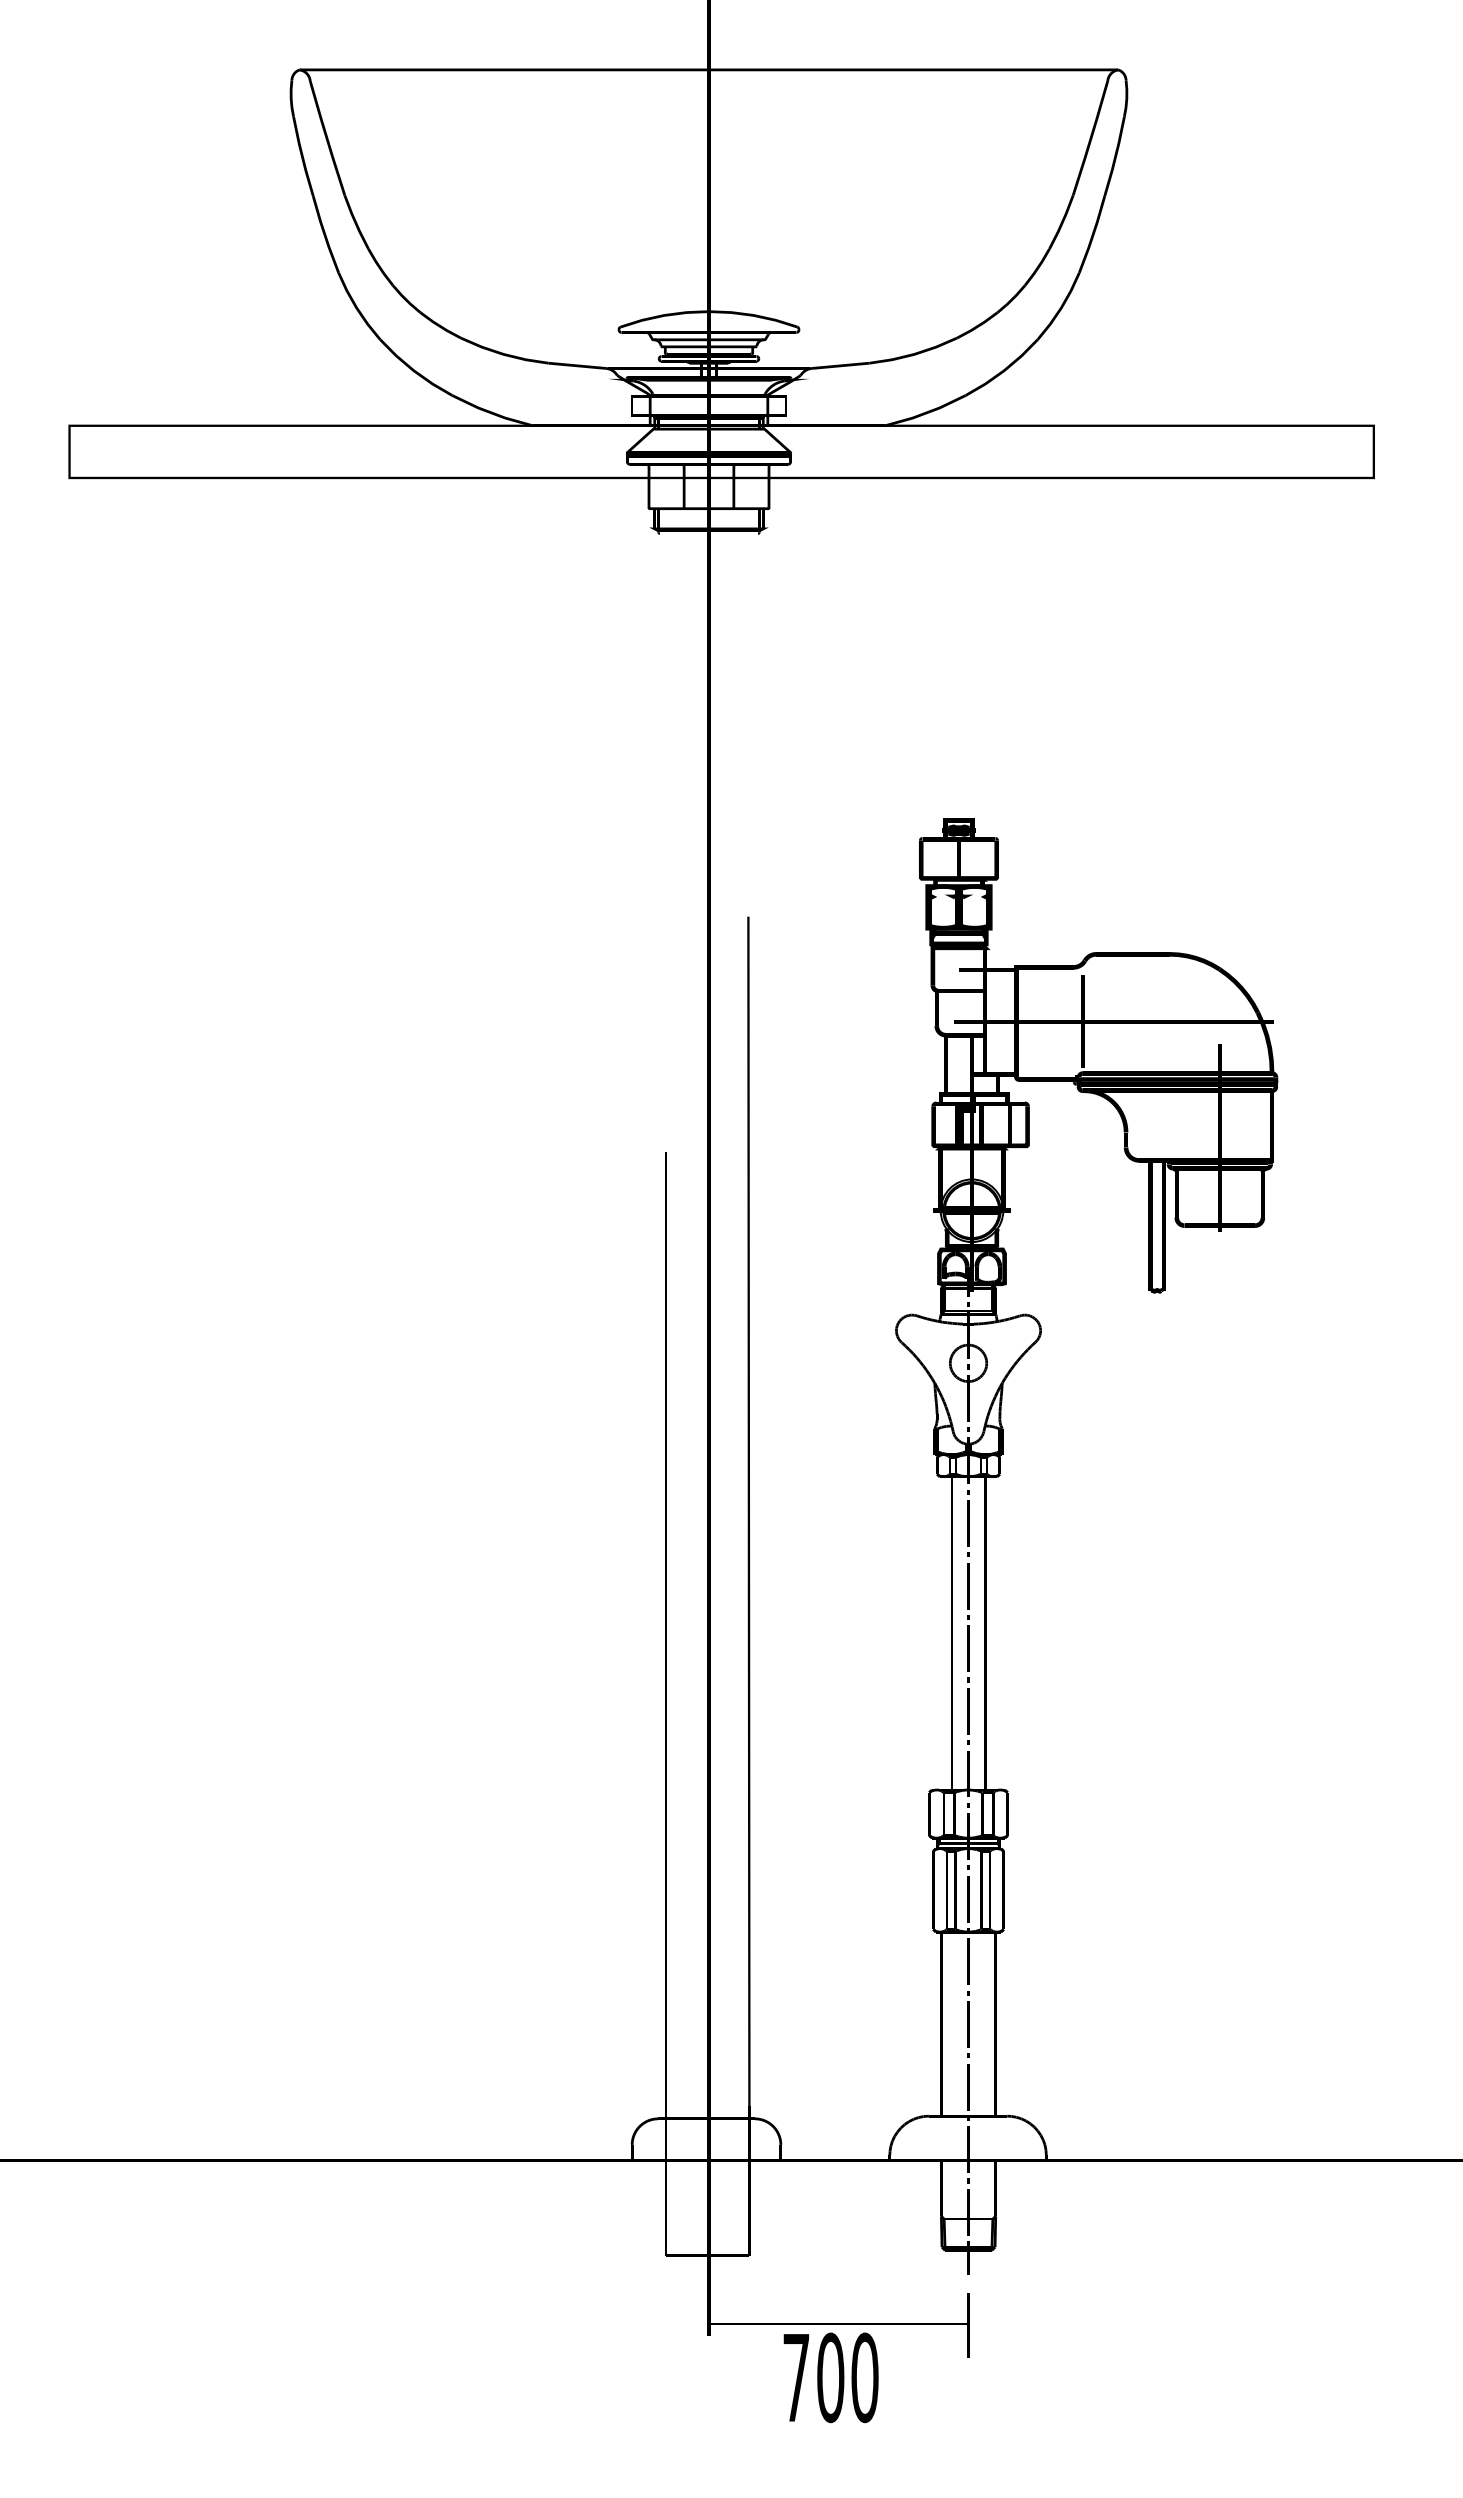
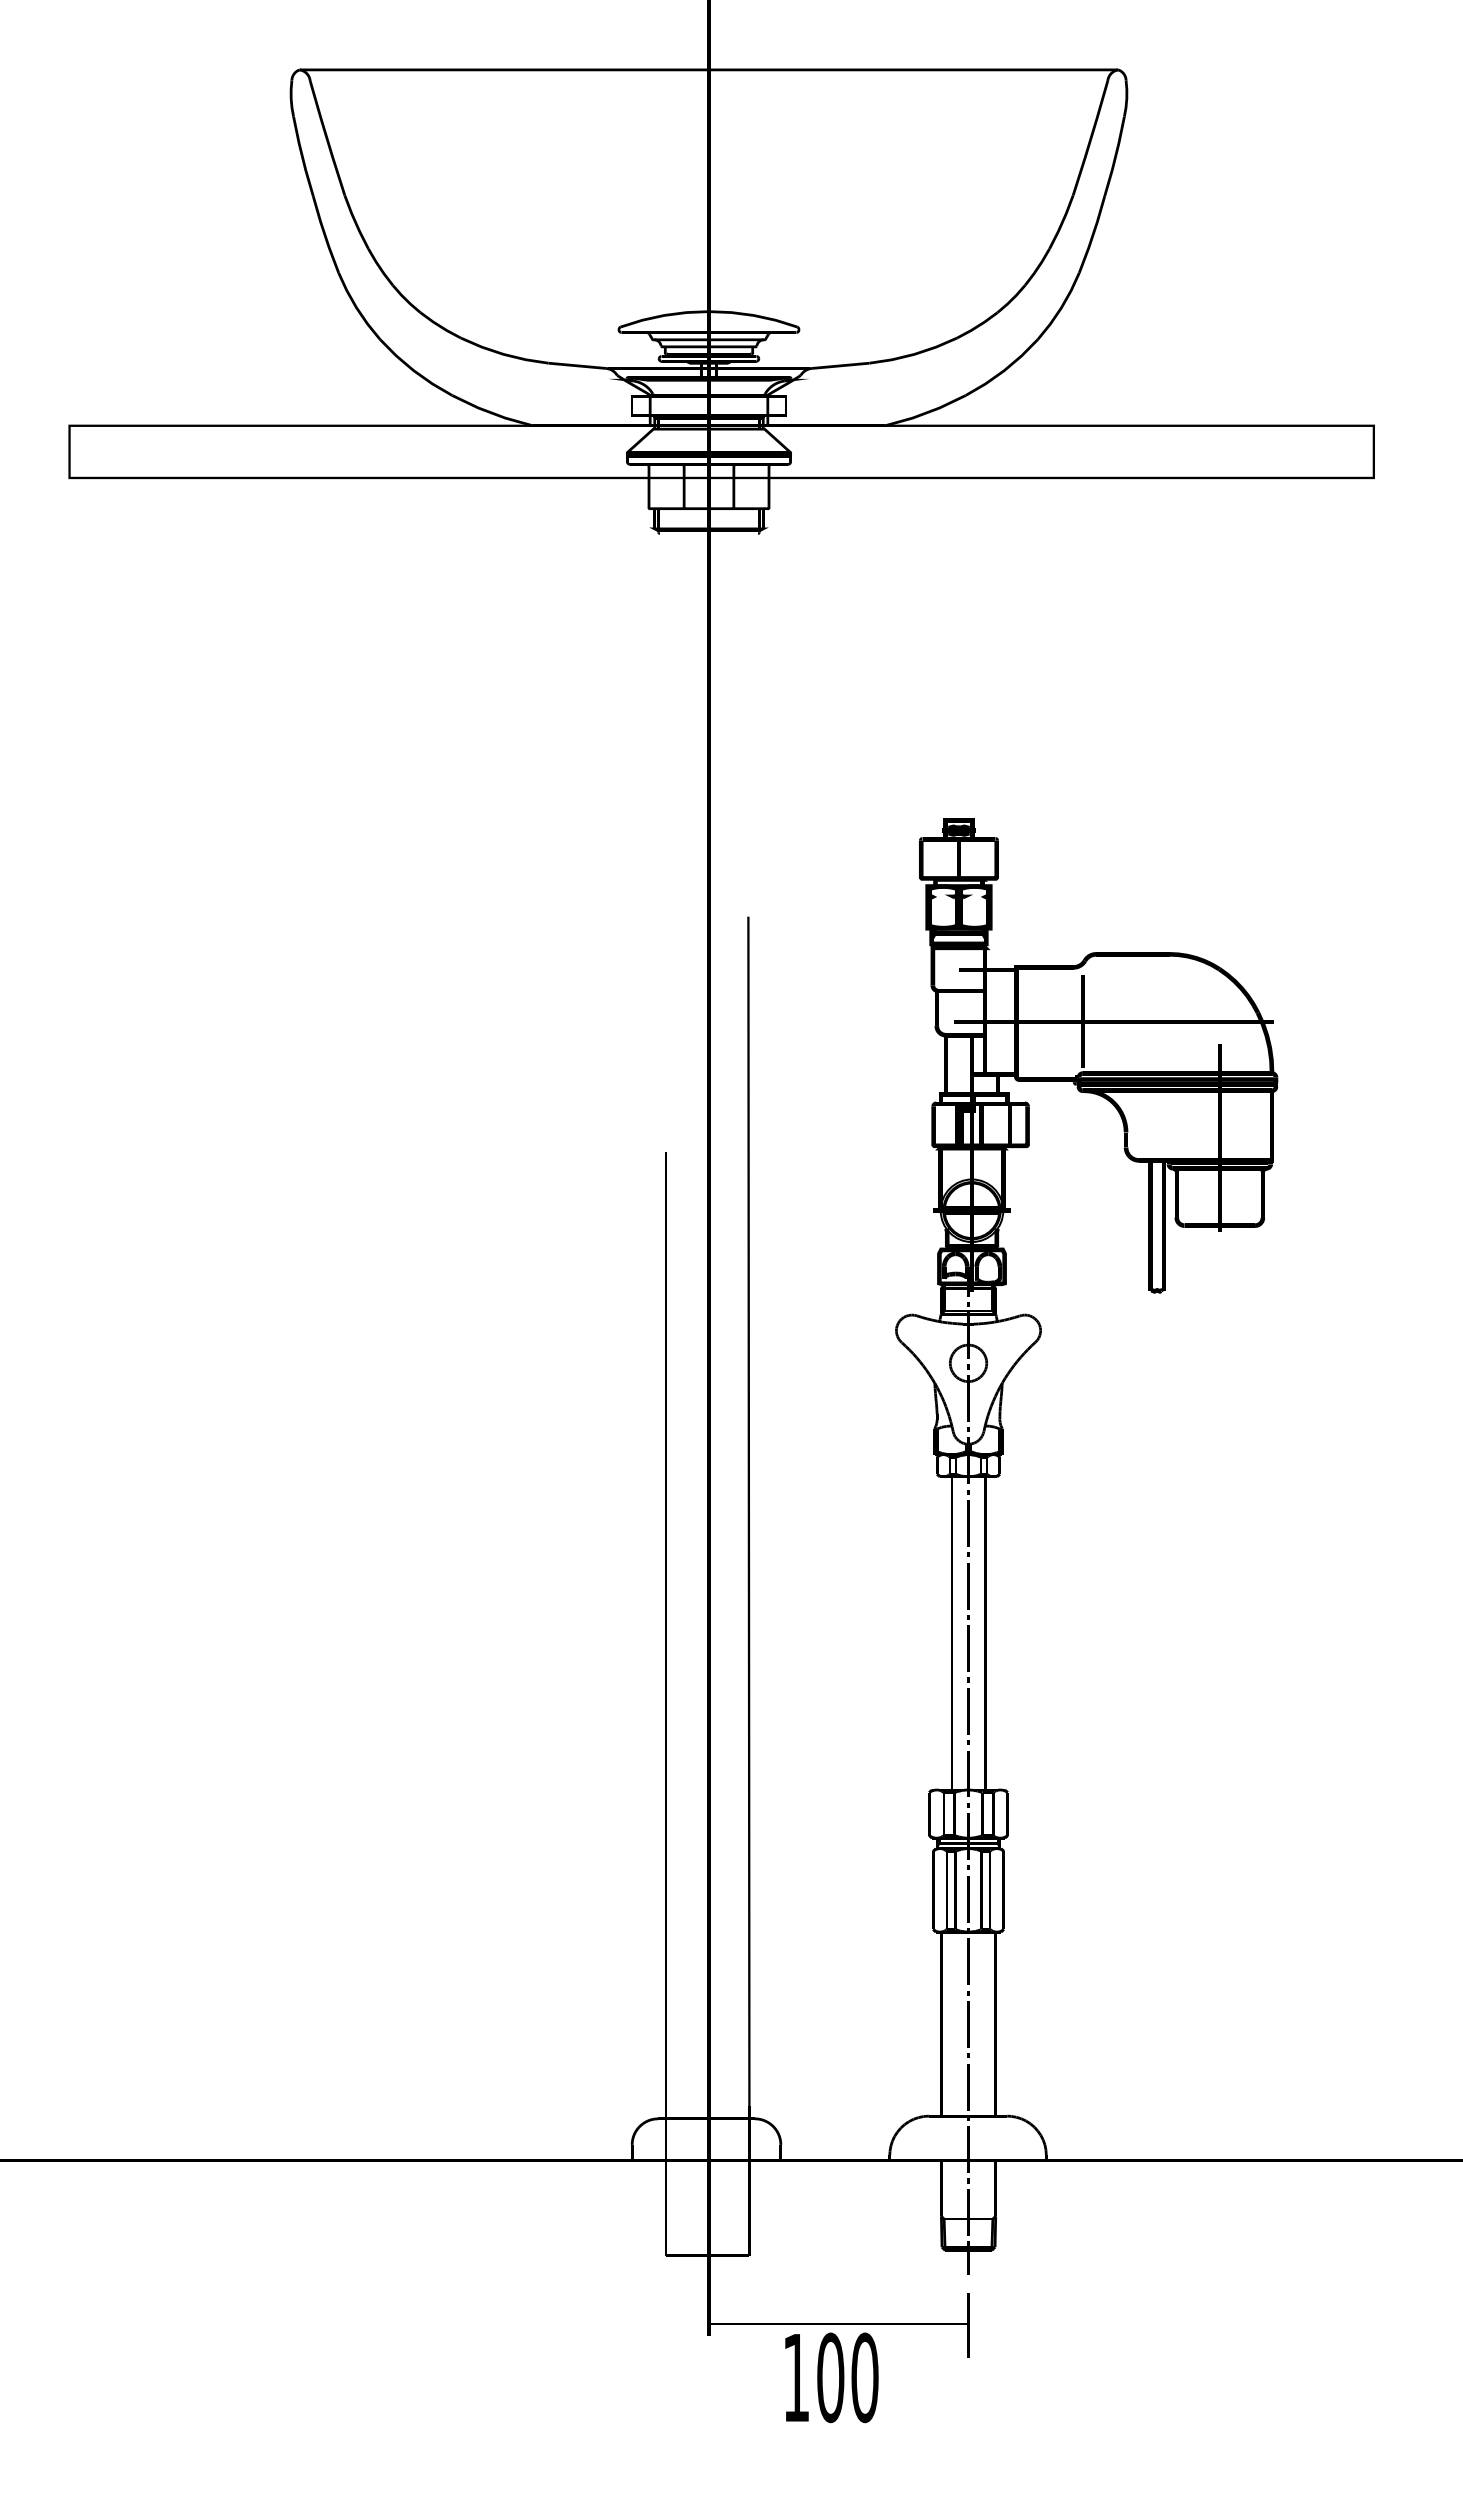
text at (796, 2377): 700 -> 100
